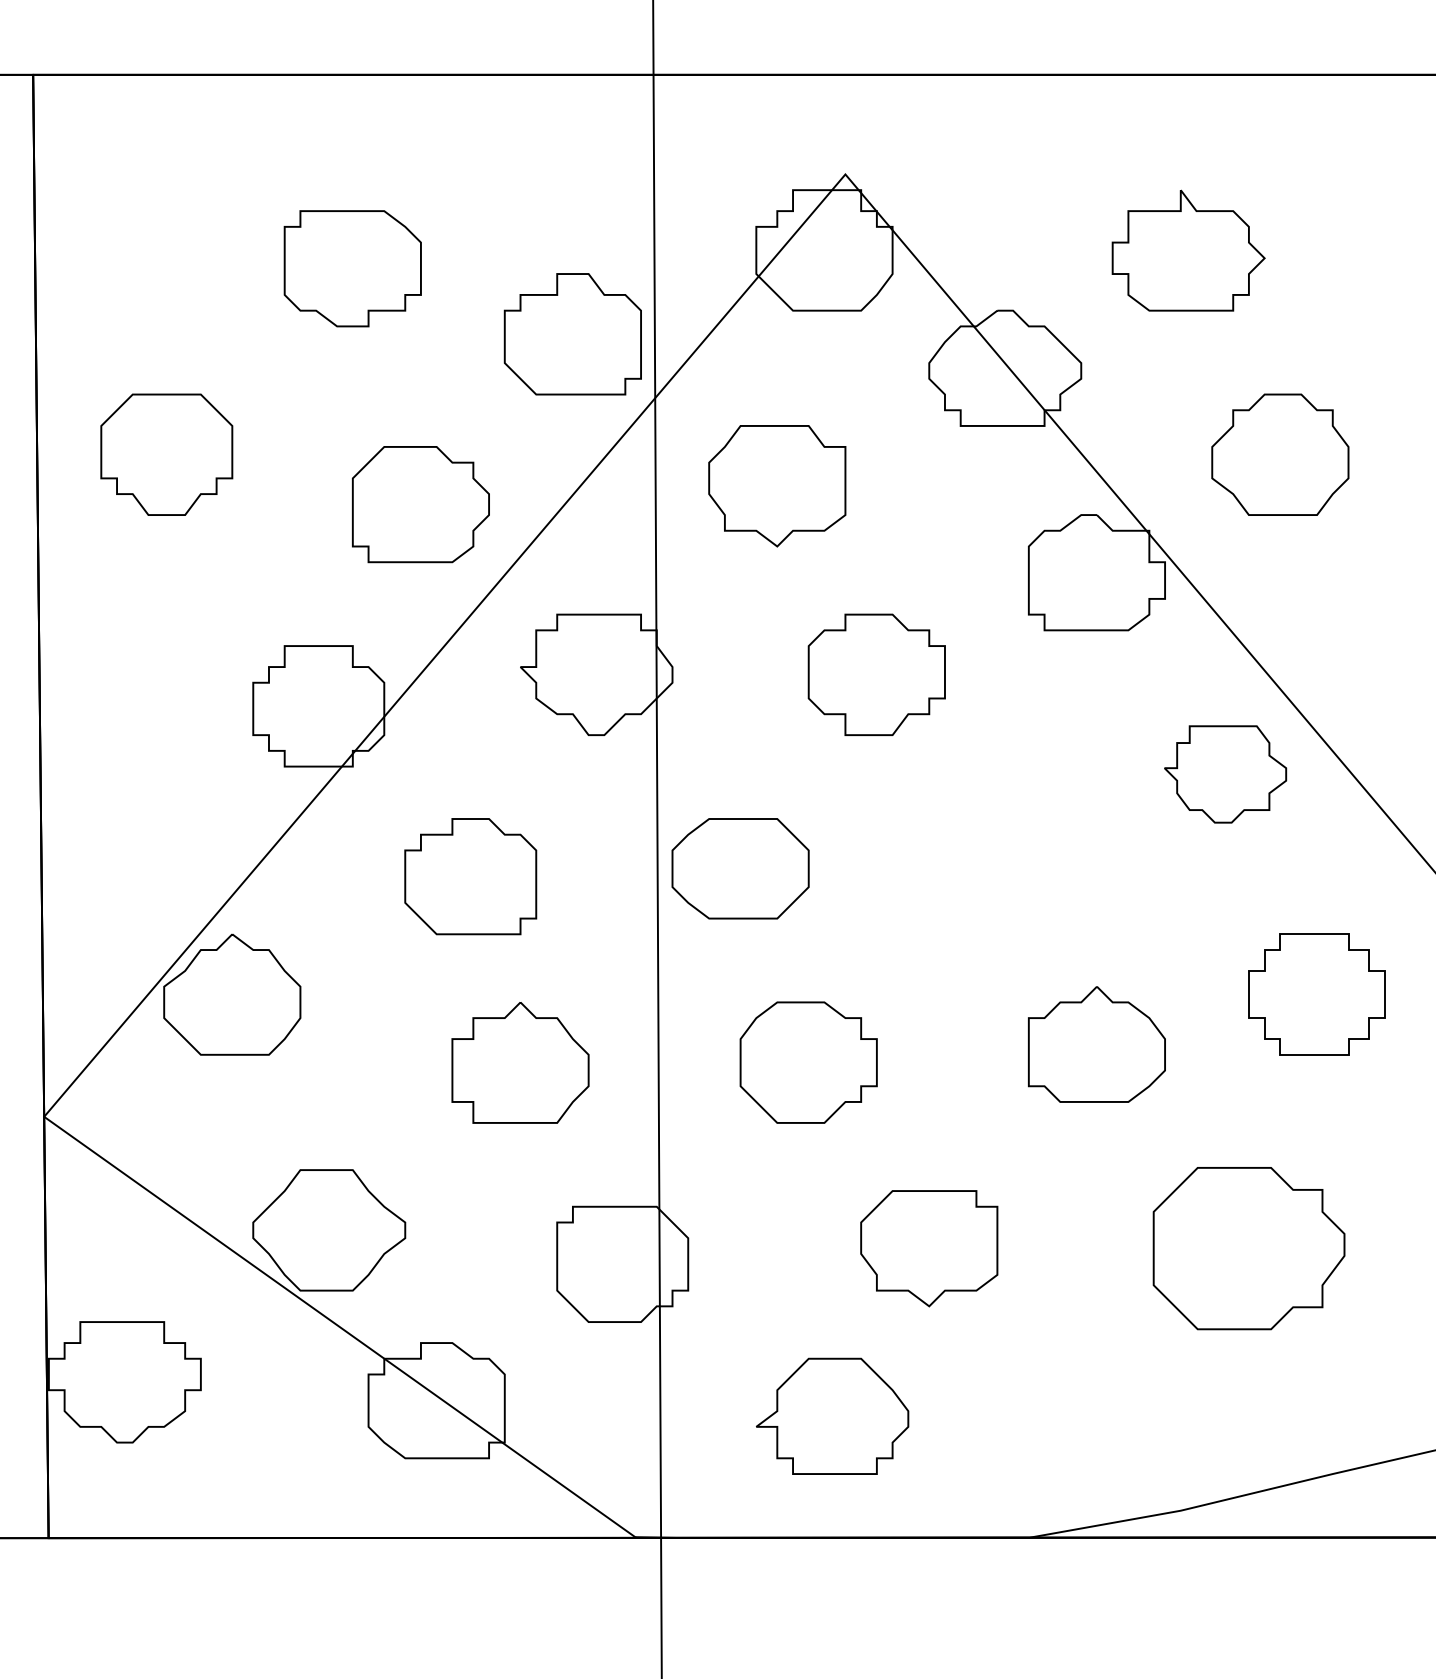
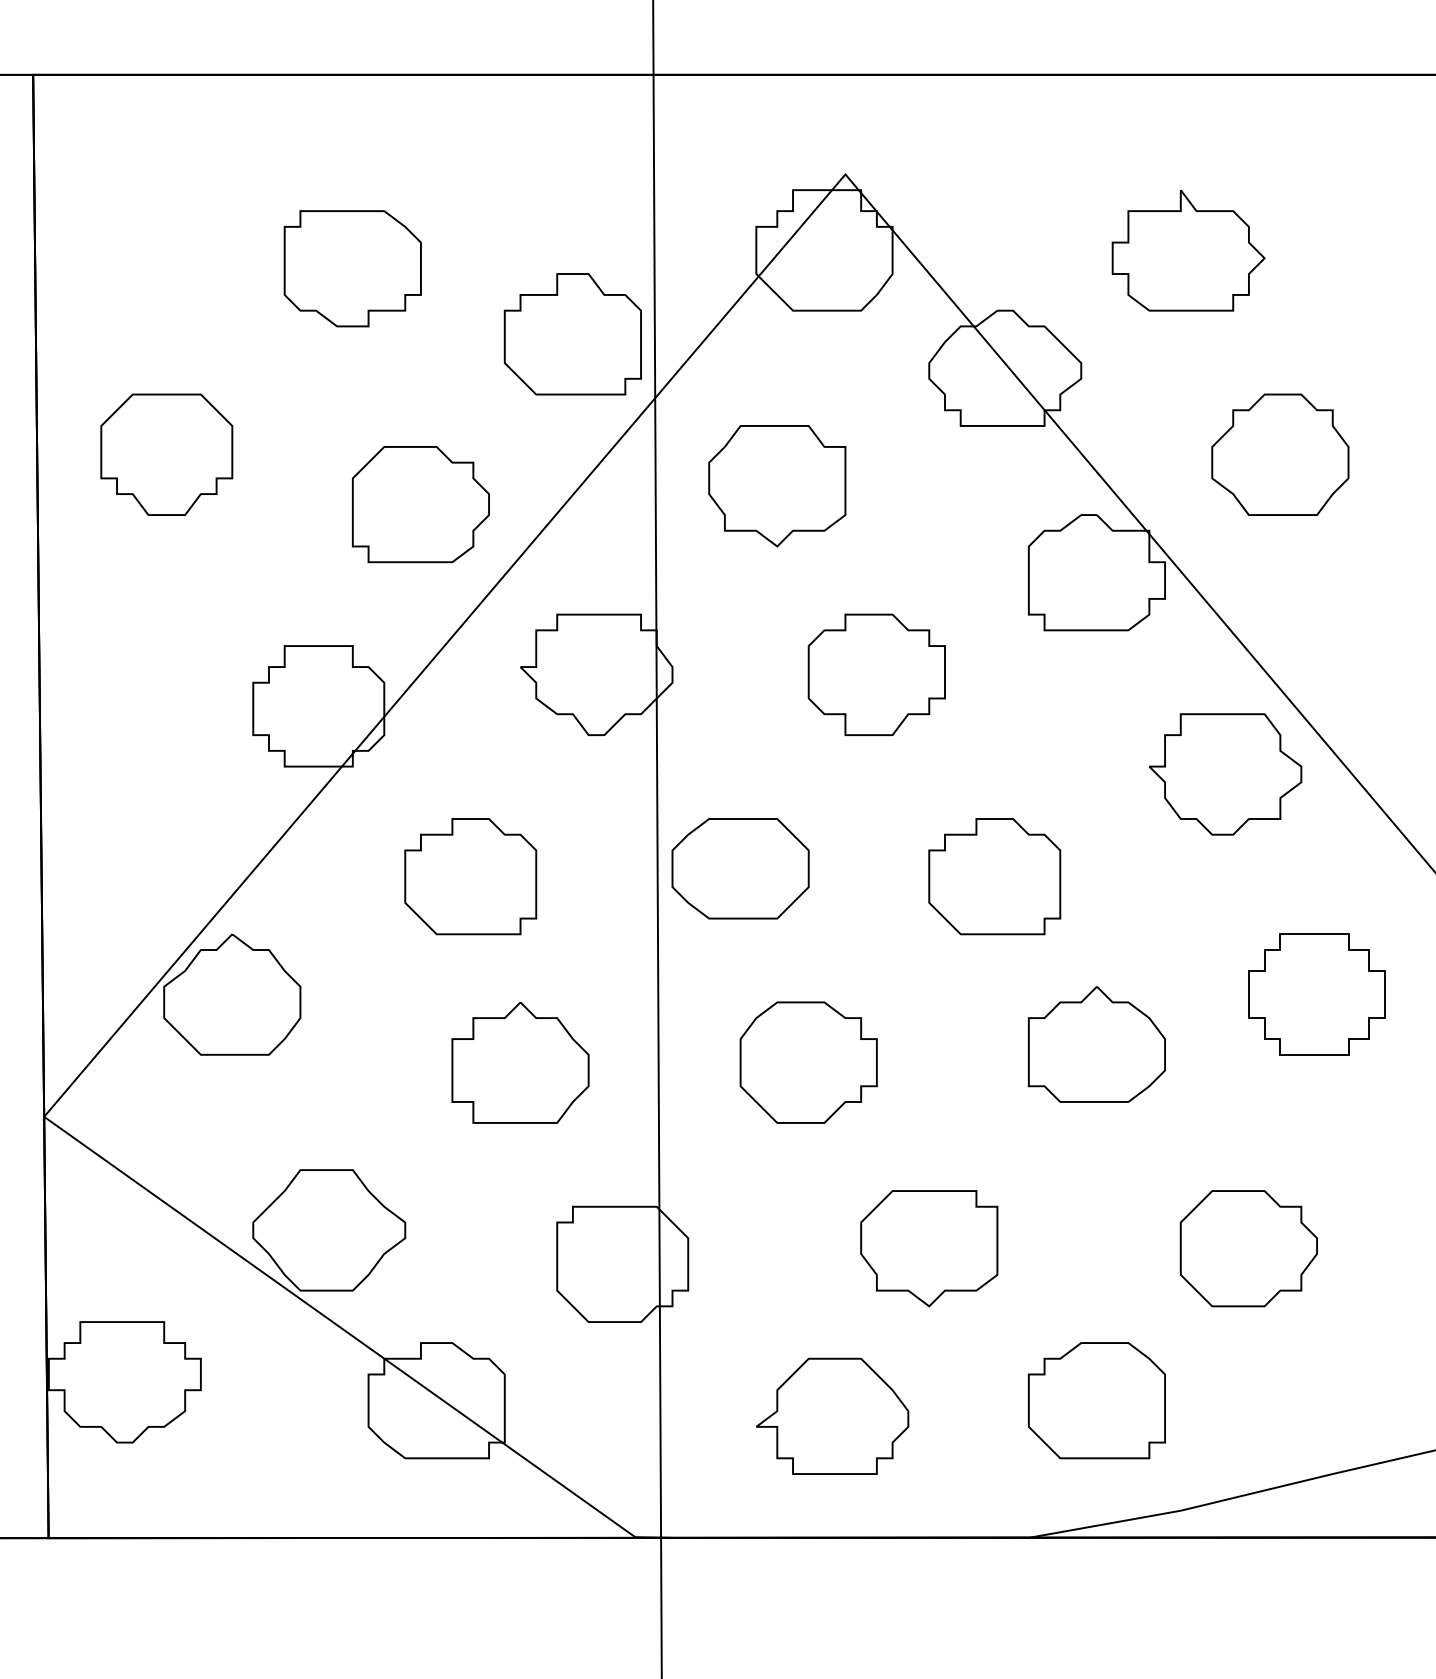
part at (1225, 774) size: 124x99 px -> 155x123 px
part at (994, 876): none -> present
part at (1248, 1248) size: 194x164 px -> 139x118 px
part at (1096, 1400): none -> present
